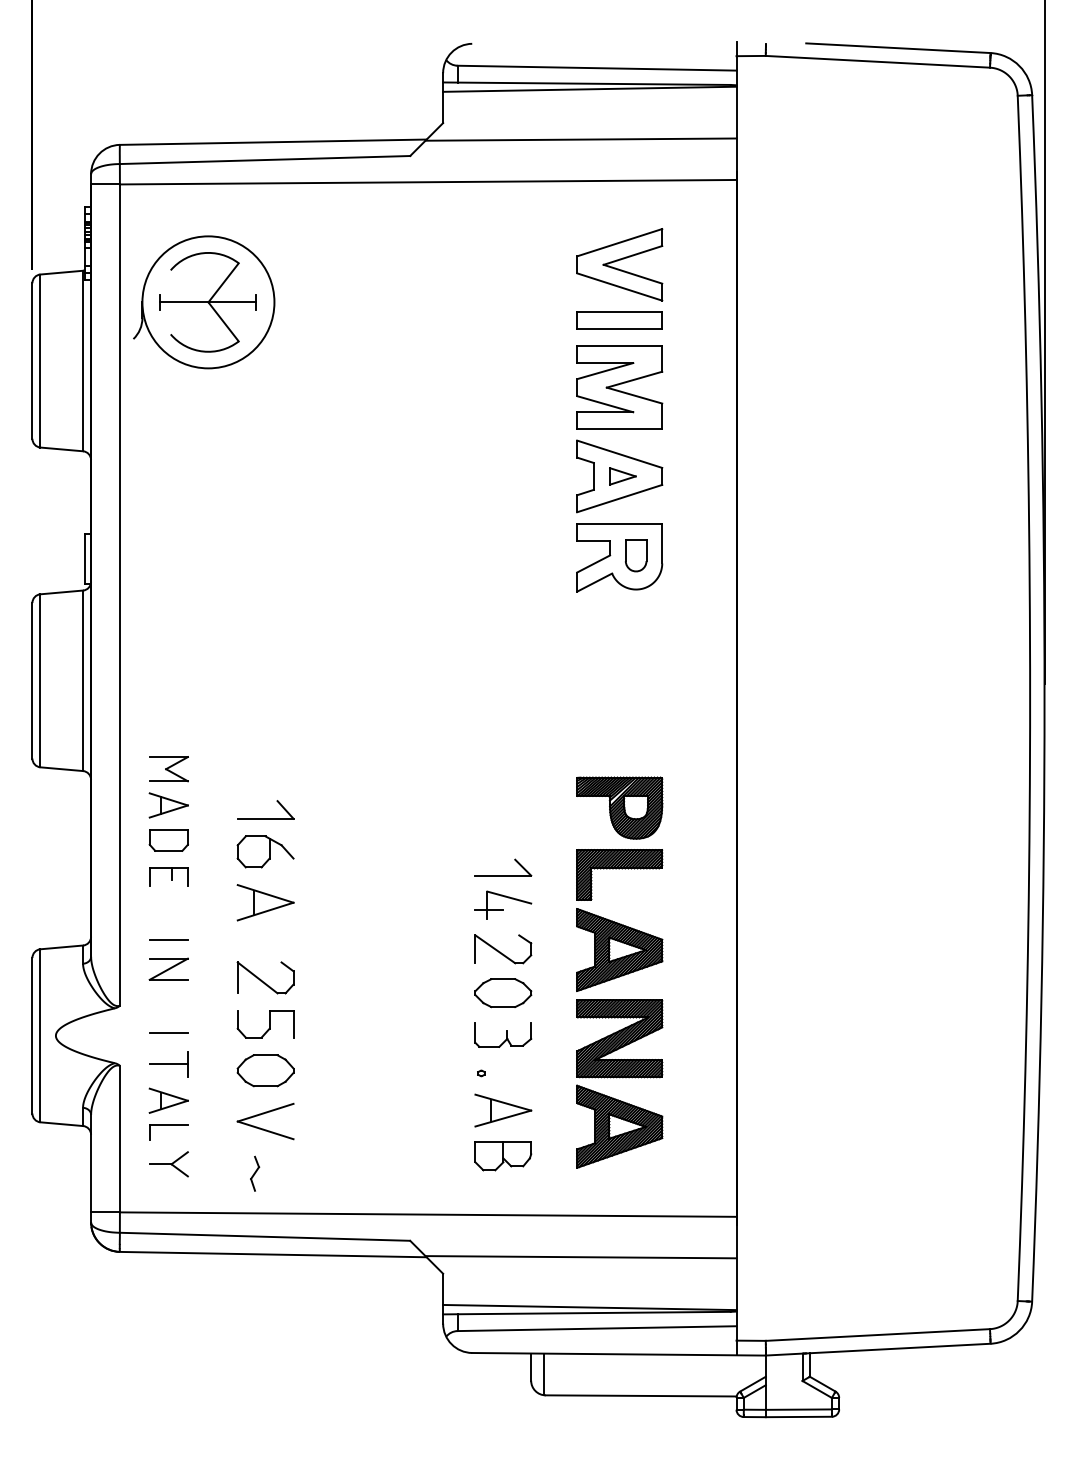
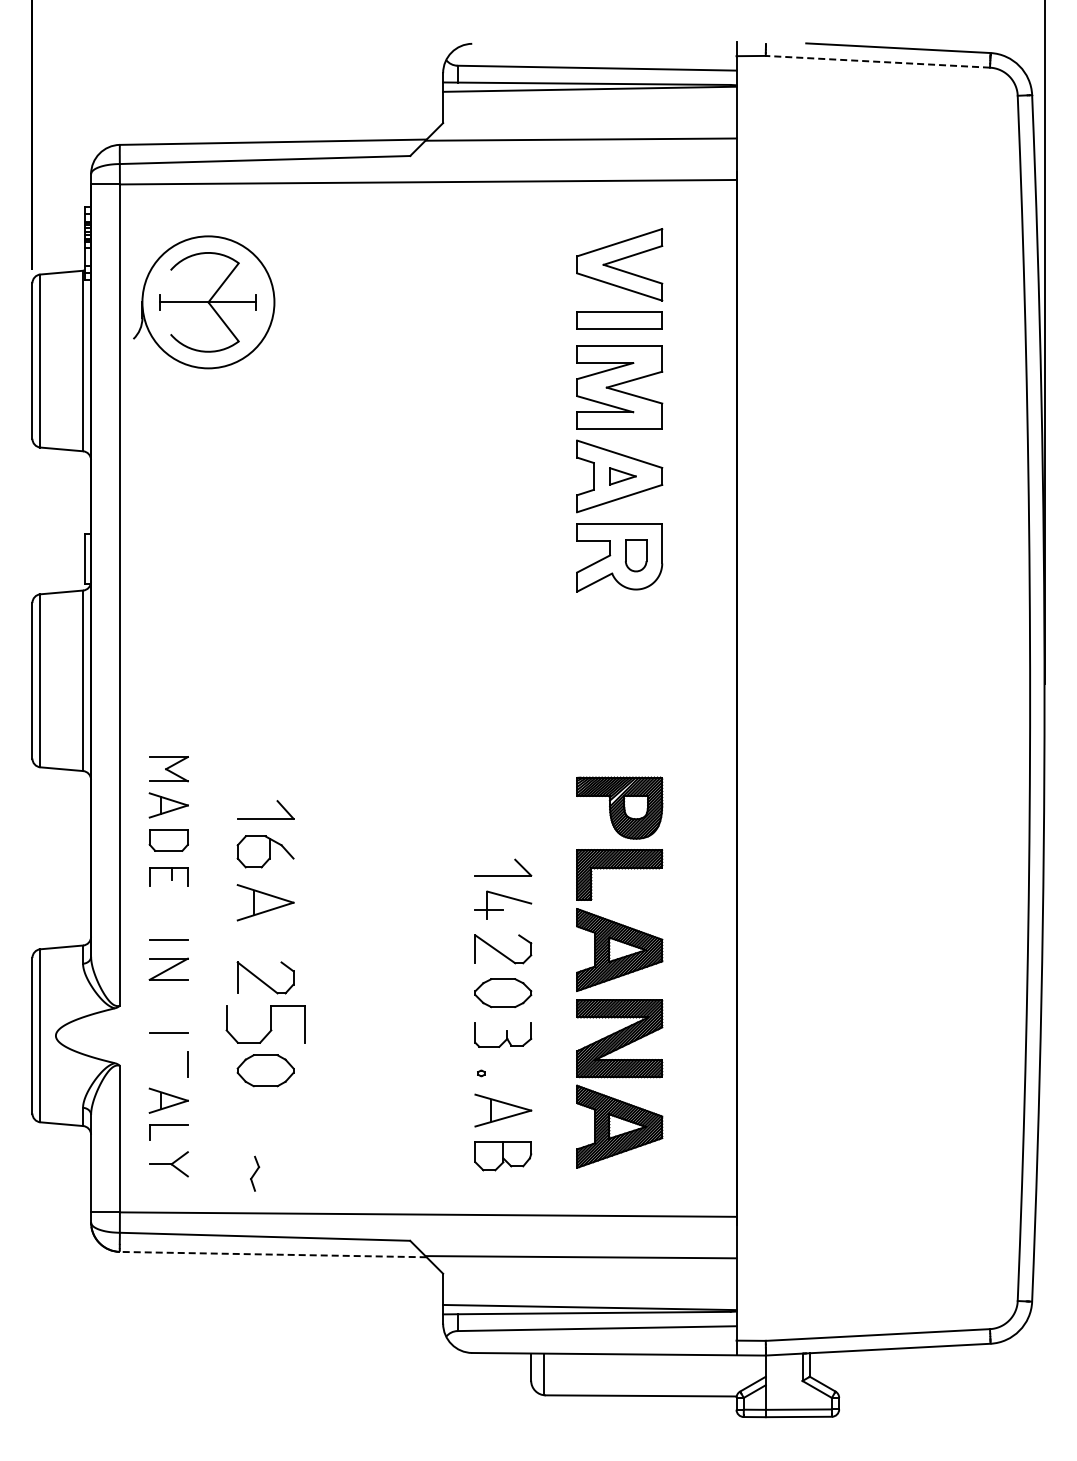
line at (877, 61): solid -> dashed
part at (265, 1024) size: 59x29 px -> 81x39 px
line at (168, 1064): present -> none
part at (263, 1114): present -> none
line at (272, 1254): solid -> dashed
